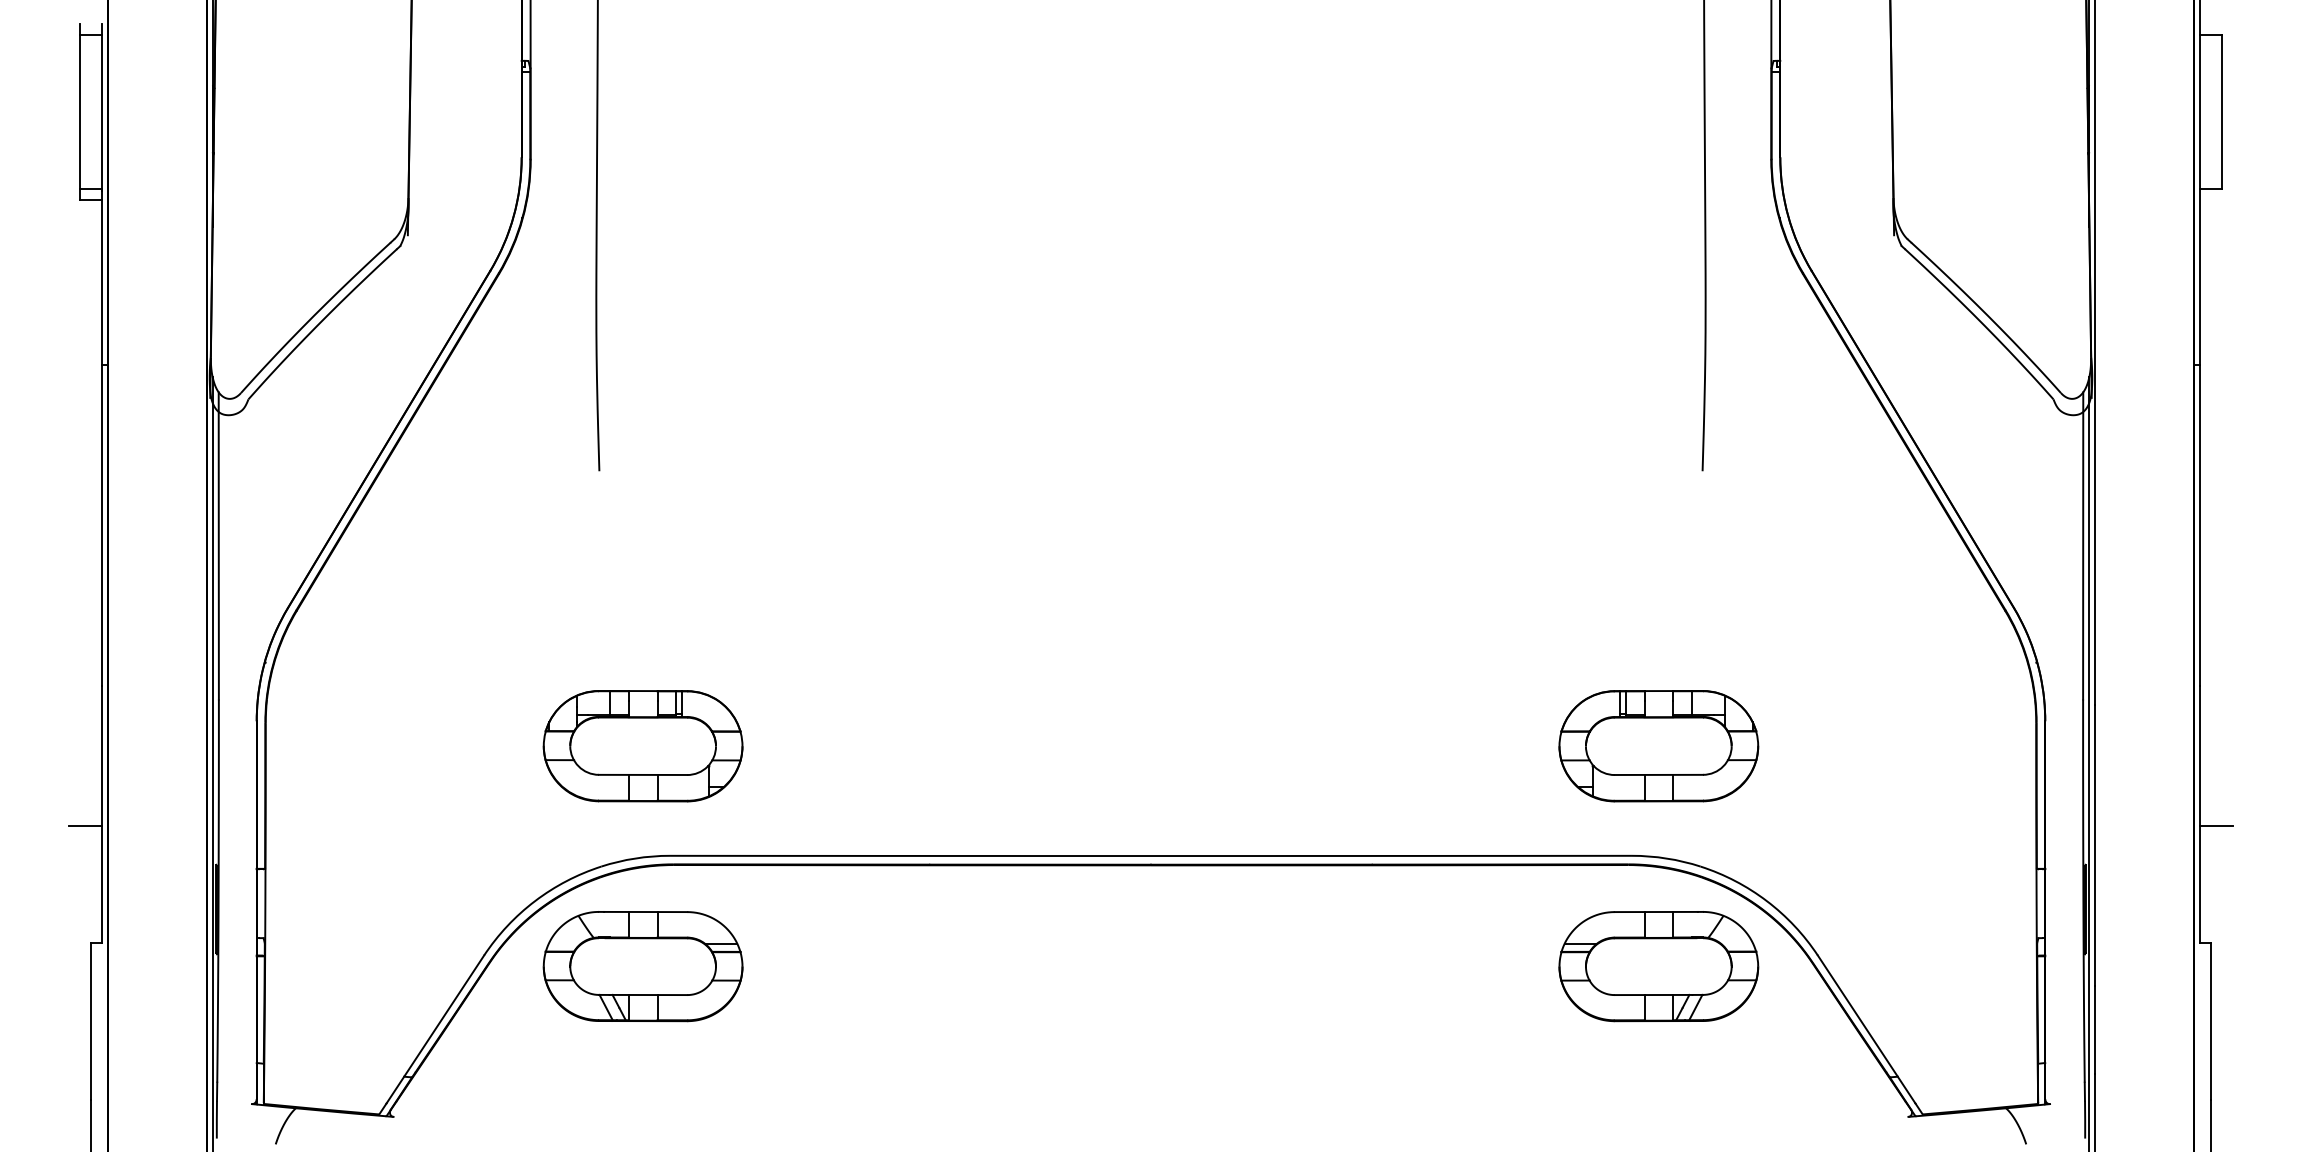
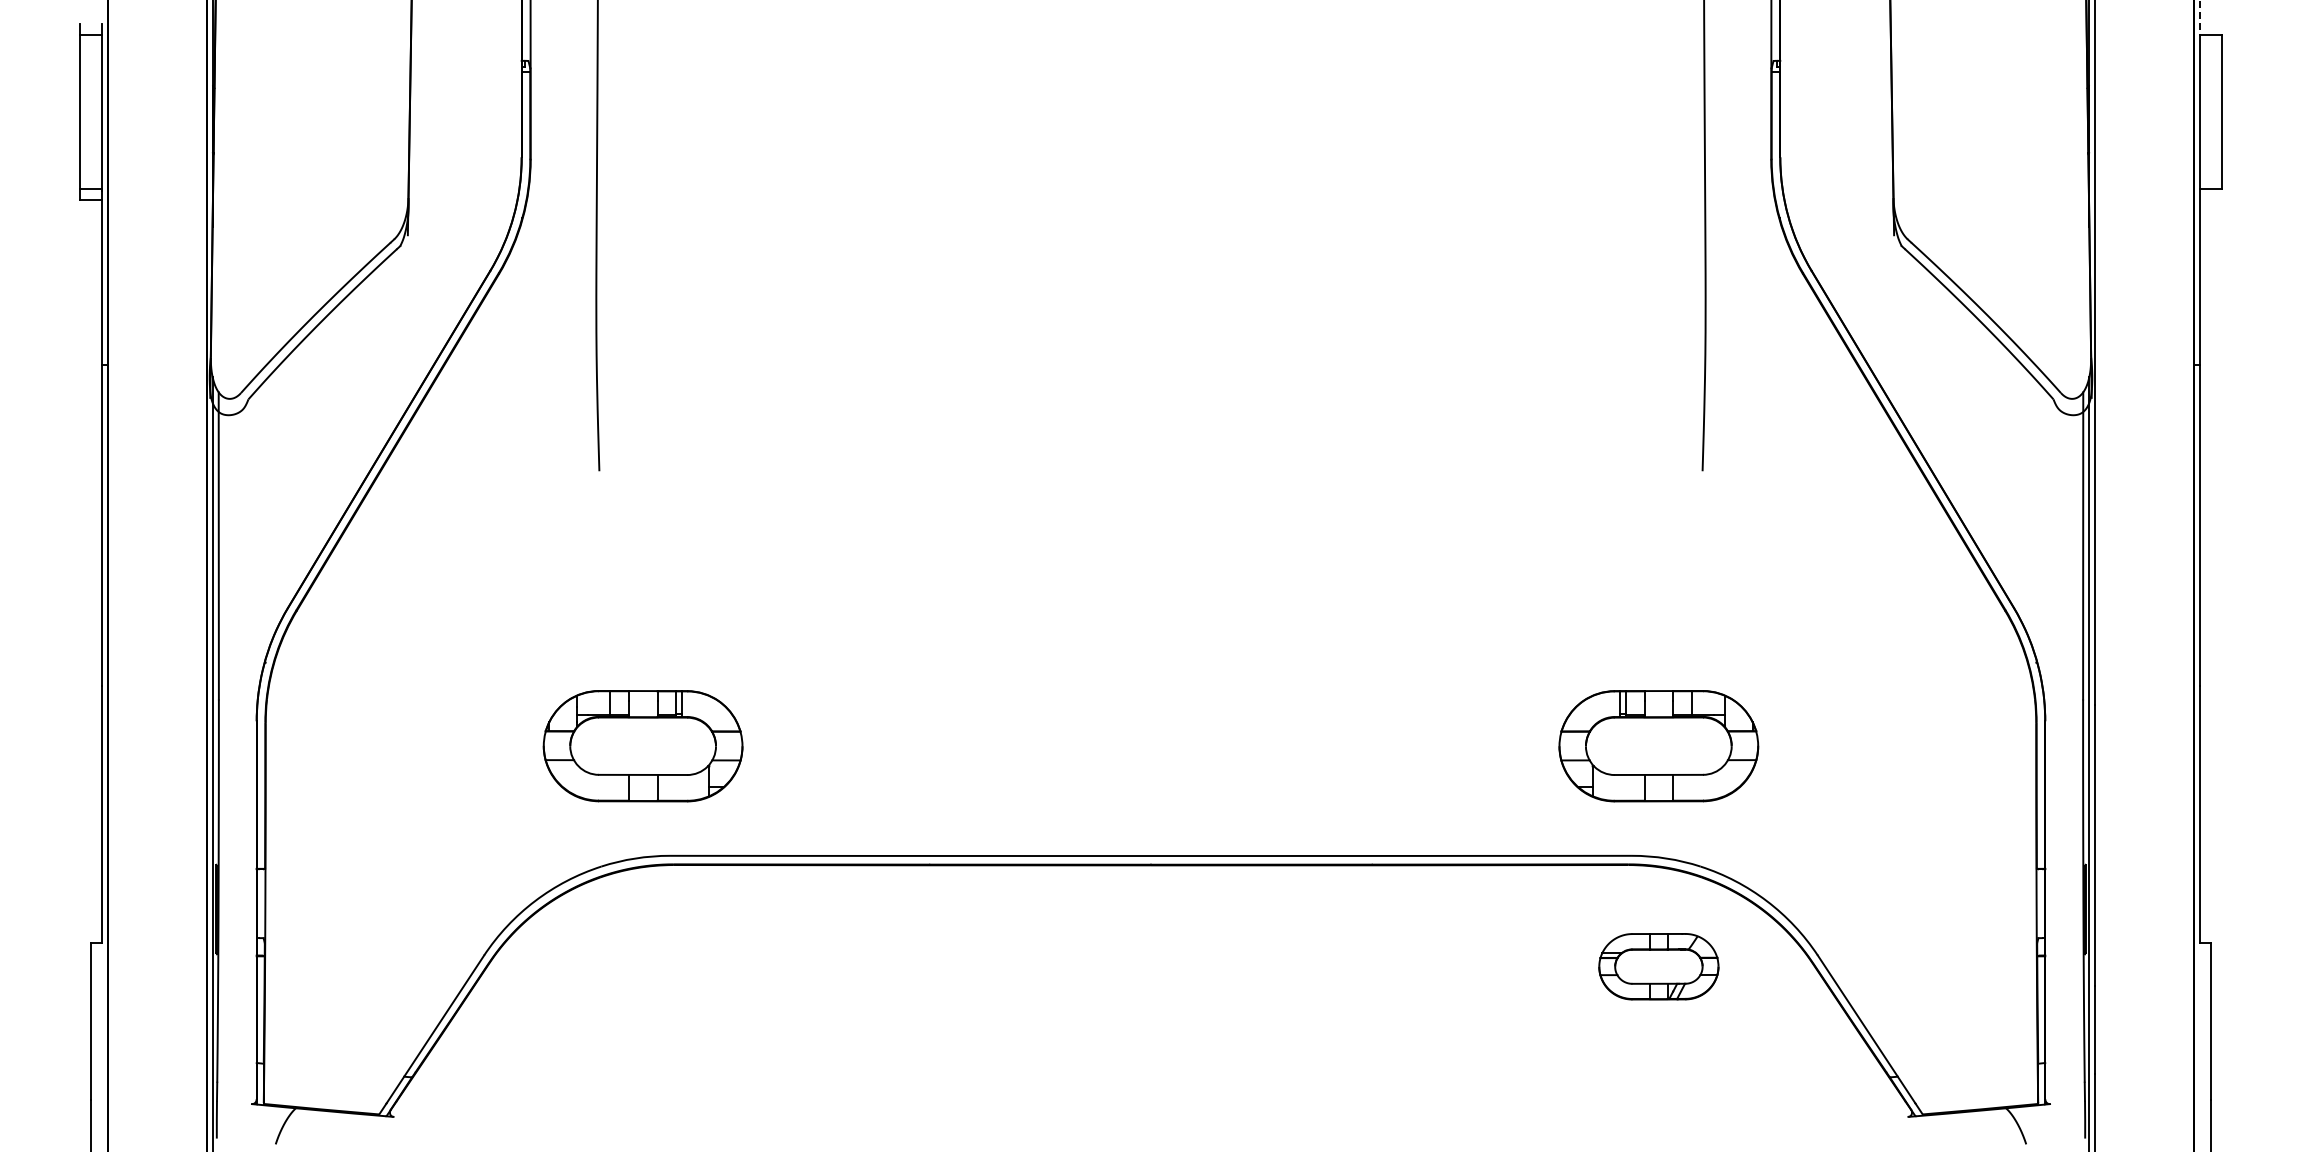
line at (2199, 17): solid -> dashed
line at (85, 825): present -> none
line at (2215, 825): present -> none
part at (642, 966): present -> none
part at (1658, 966) size: 202x112 px -> 122x68 px
